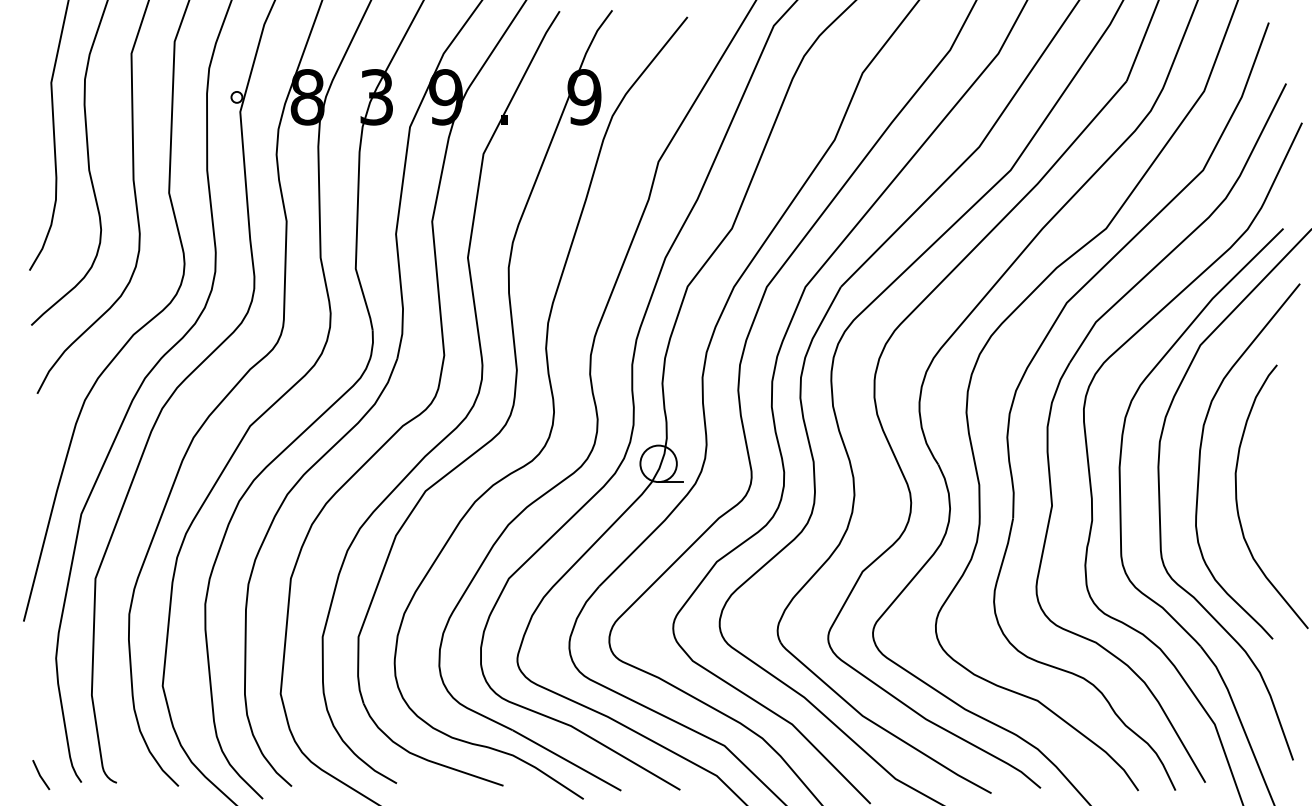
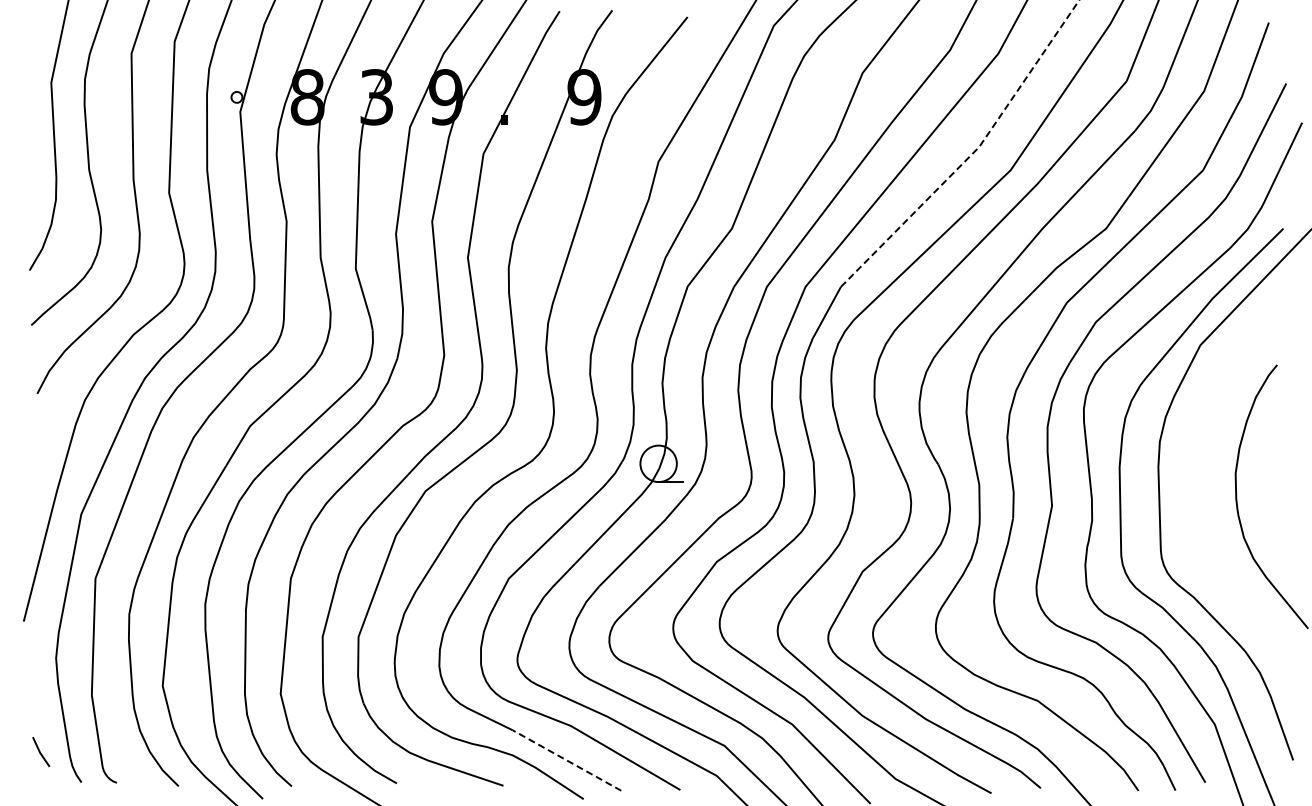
line at (972, 153): solid -> dashed
curve at (1200, 461): present -> none
line at (566, 760): solid -> dashed
line at (40, 774) position: (40, 774) -> (40, 751)
